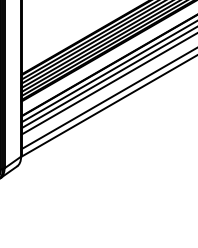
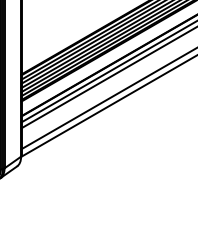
line at (107, 84): present -> none
